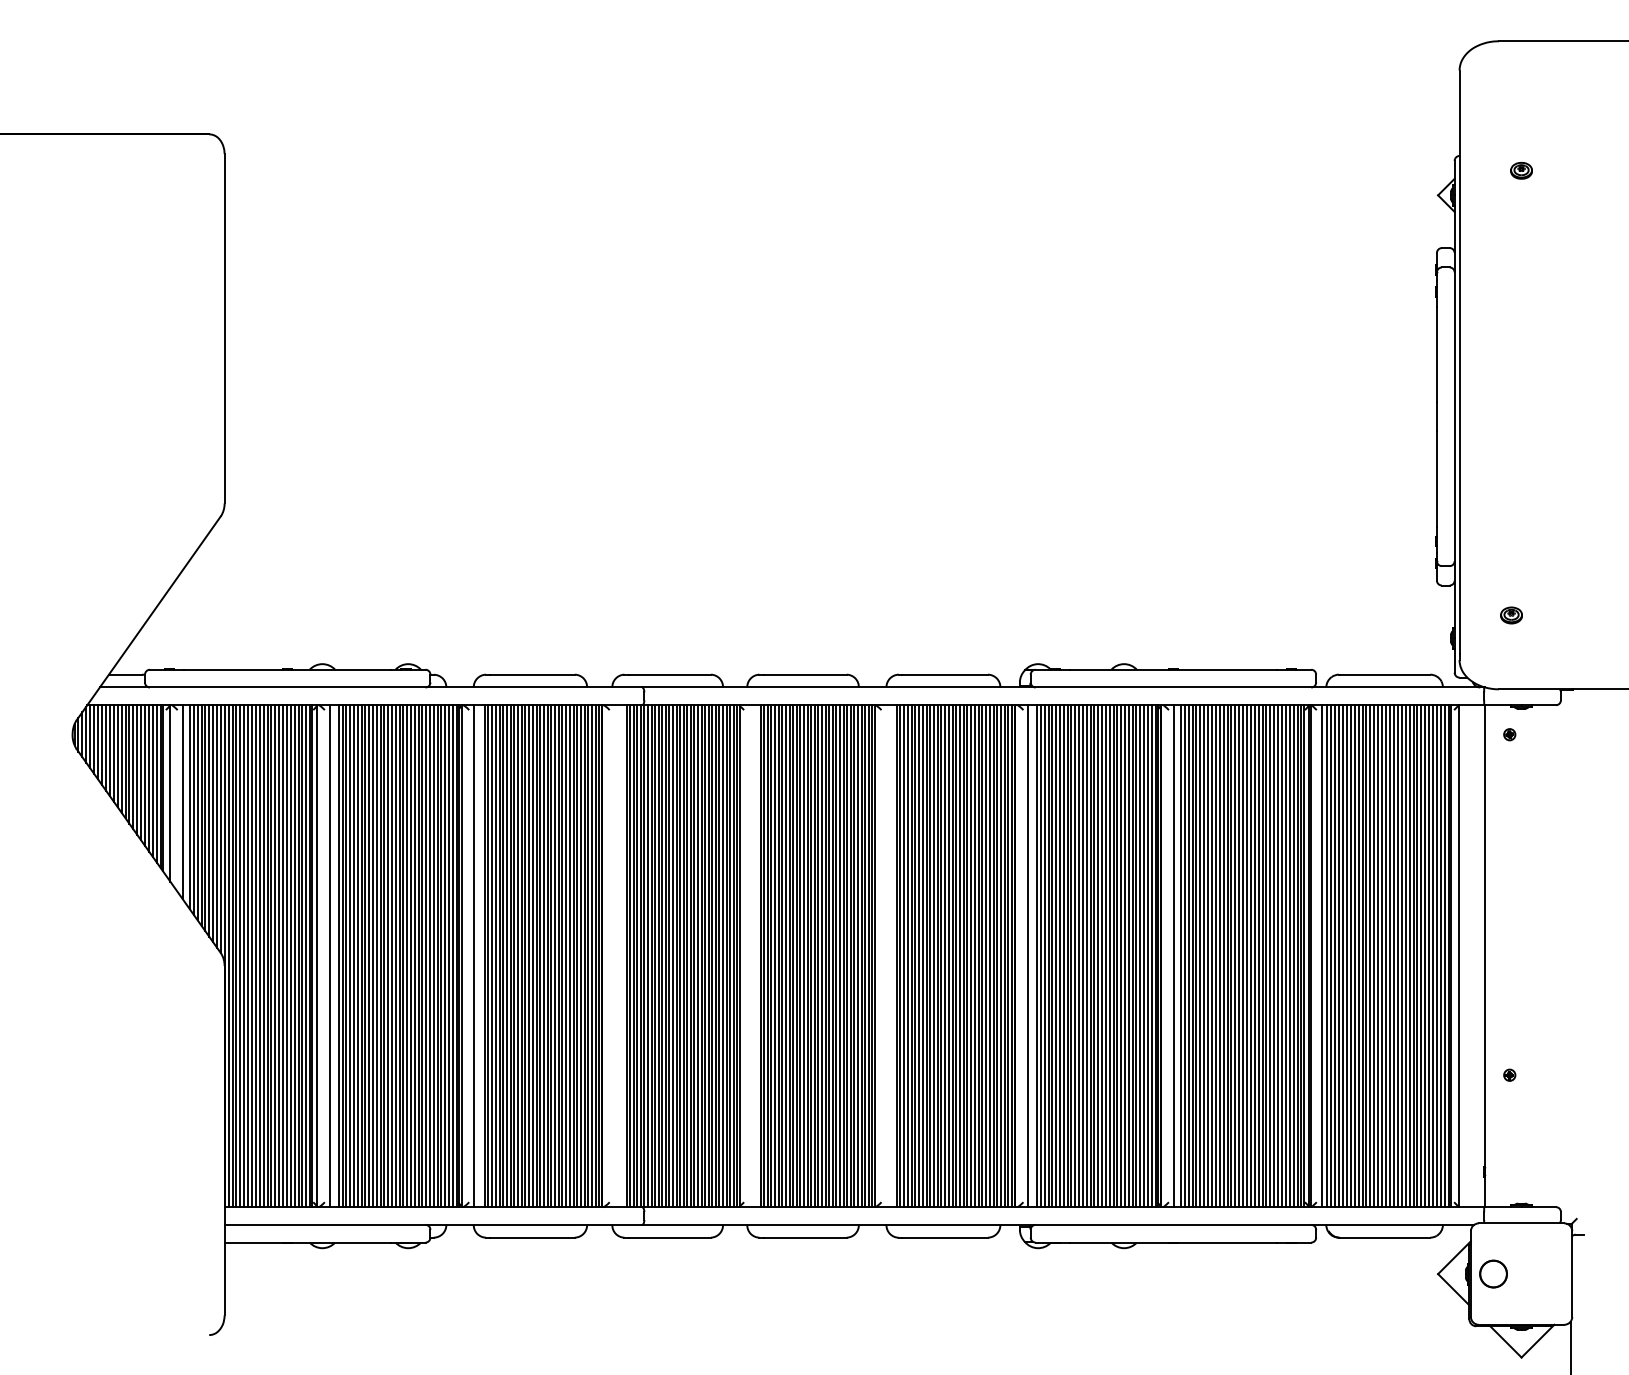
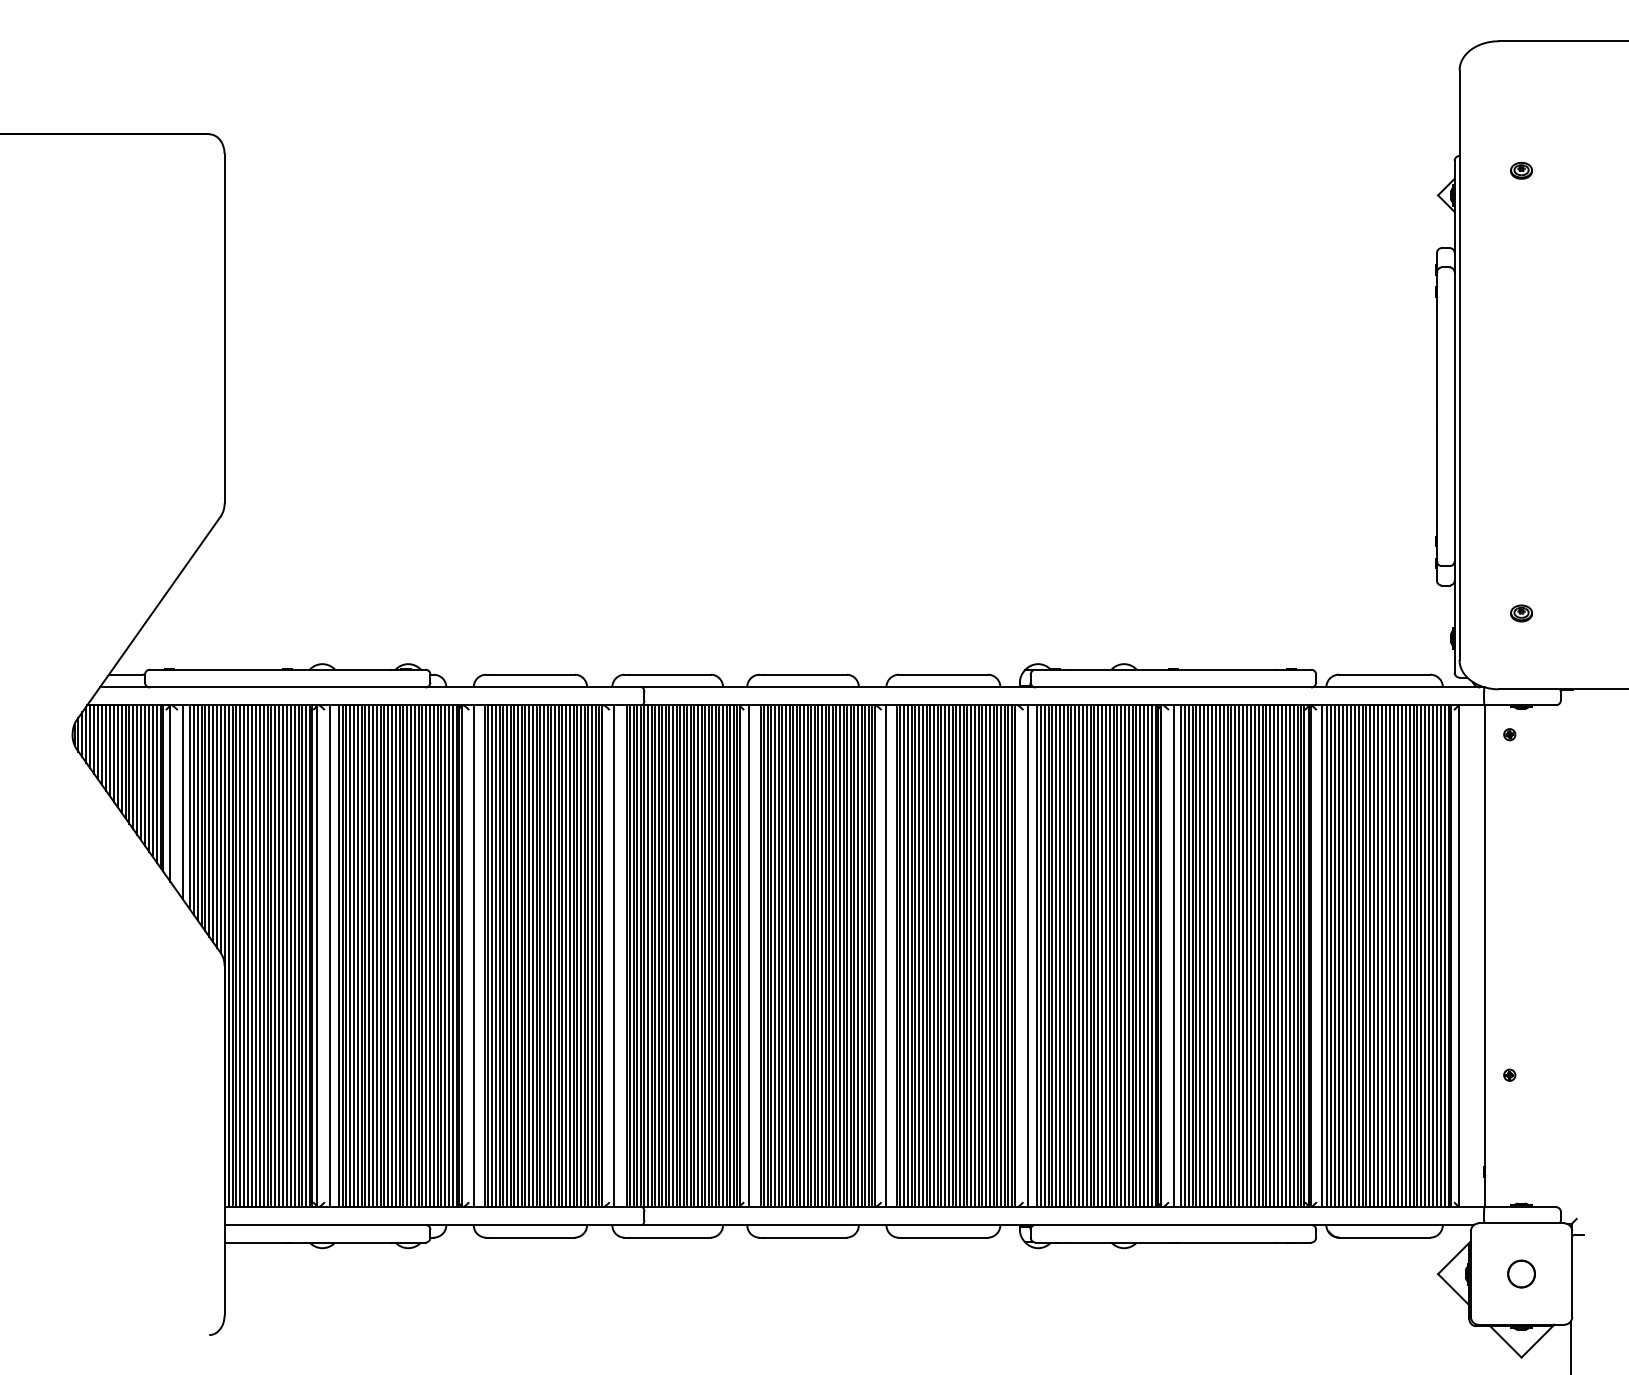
part at (1511, 615) position: (1511, 615) -> (1521, 613)
line at (614, 956): none -> present
line at (748, 956): none -> present
line at (886, 956): none -> present
part at (1493, 1273) position: (1493, 1273) -> (1521, 1273)
